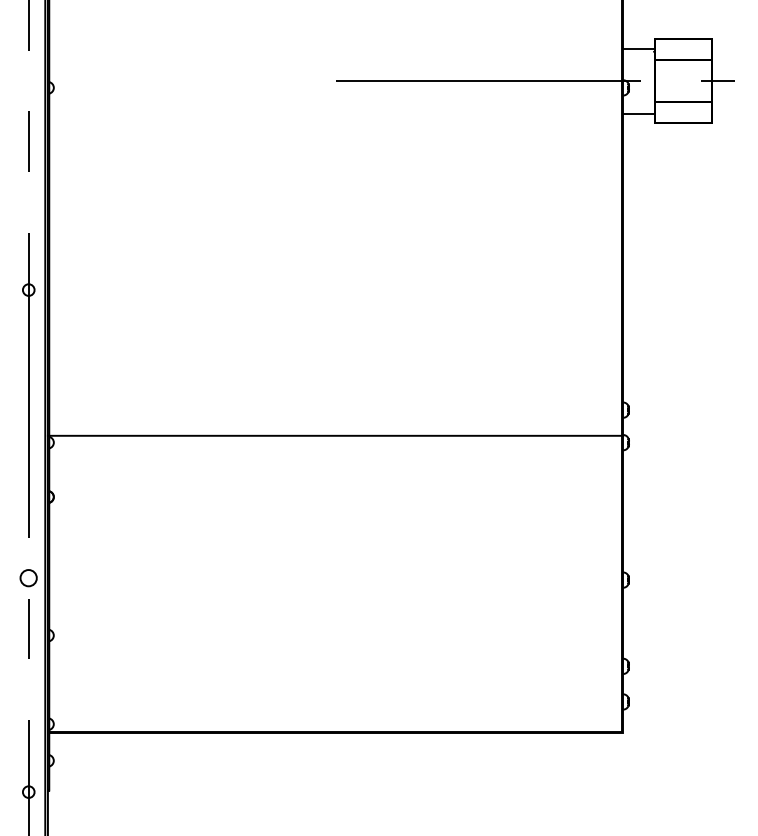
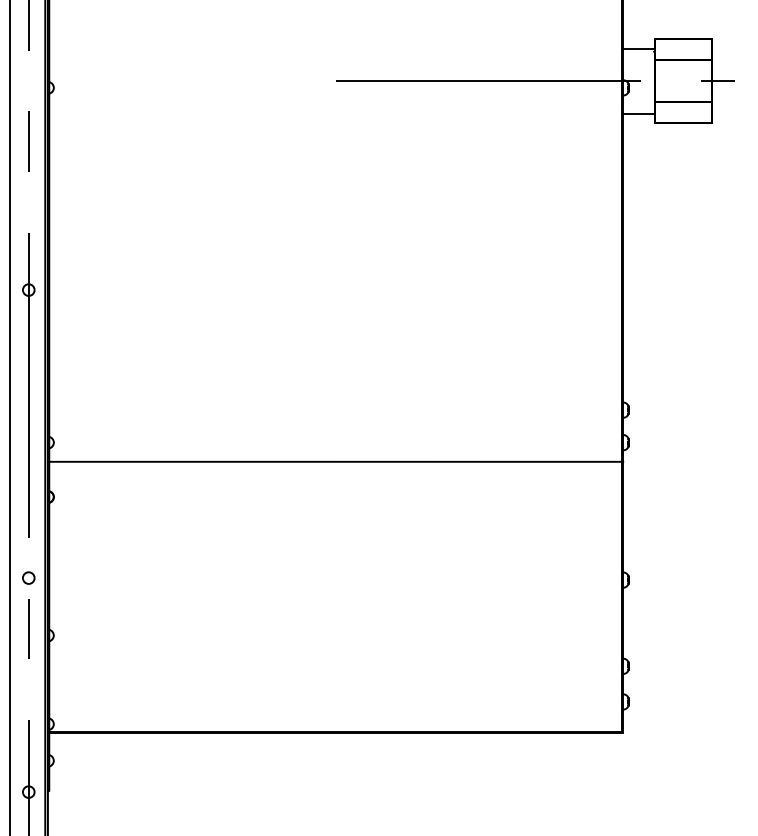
line at (9, 417): none -> present
line at (335, 435) position: (335, 435) -> (335, 461)
circle at (28, 578) size: 19x19 px -> 14x14 px
